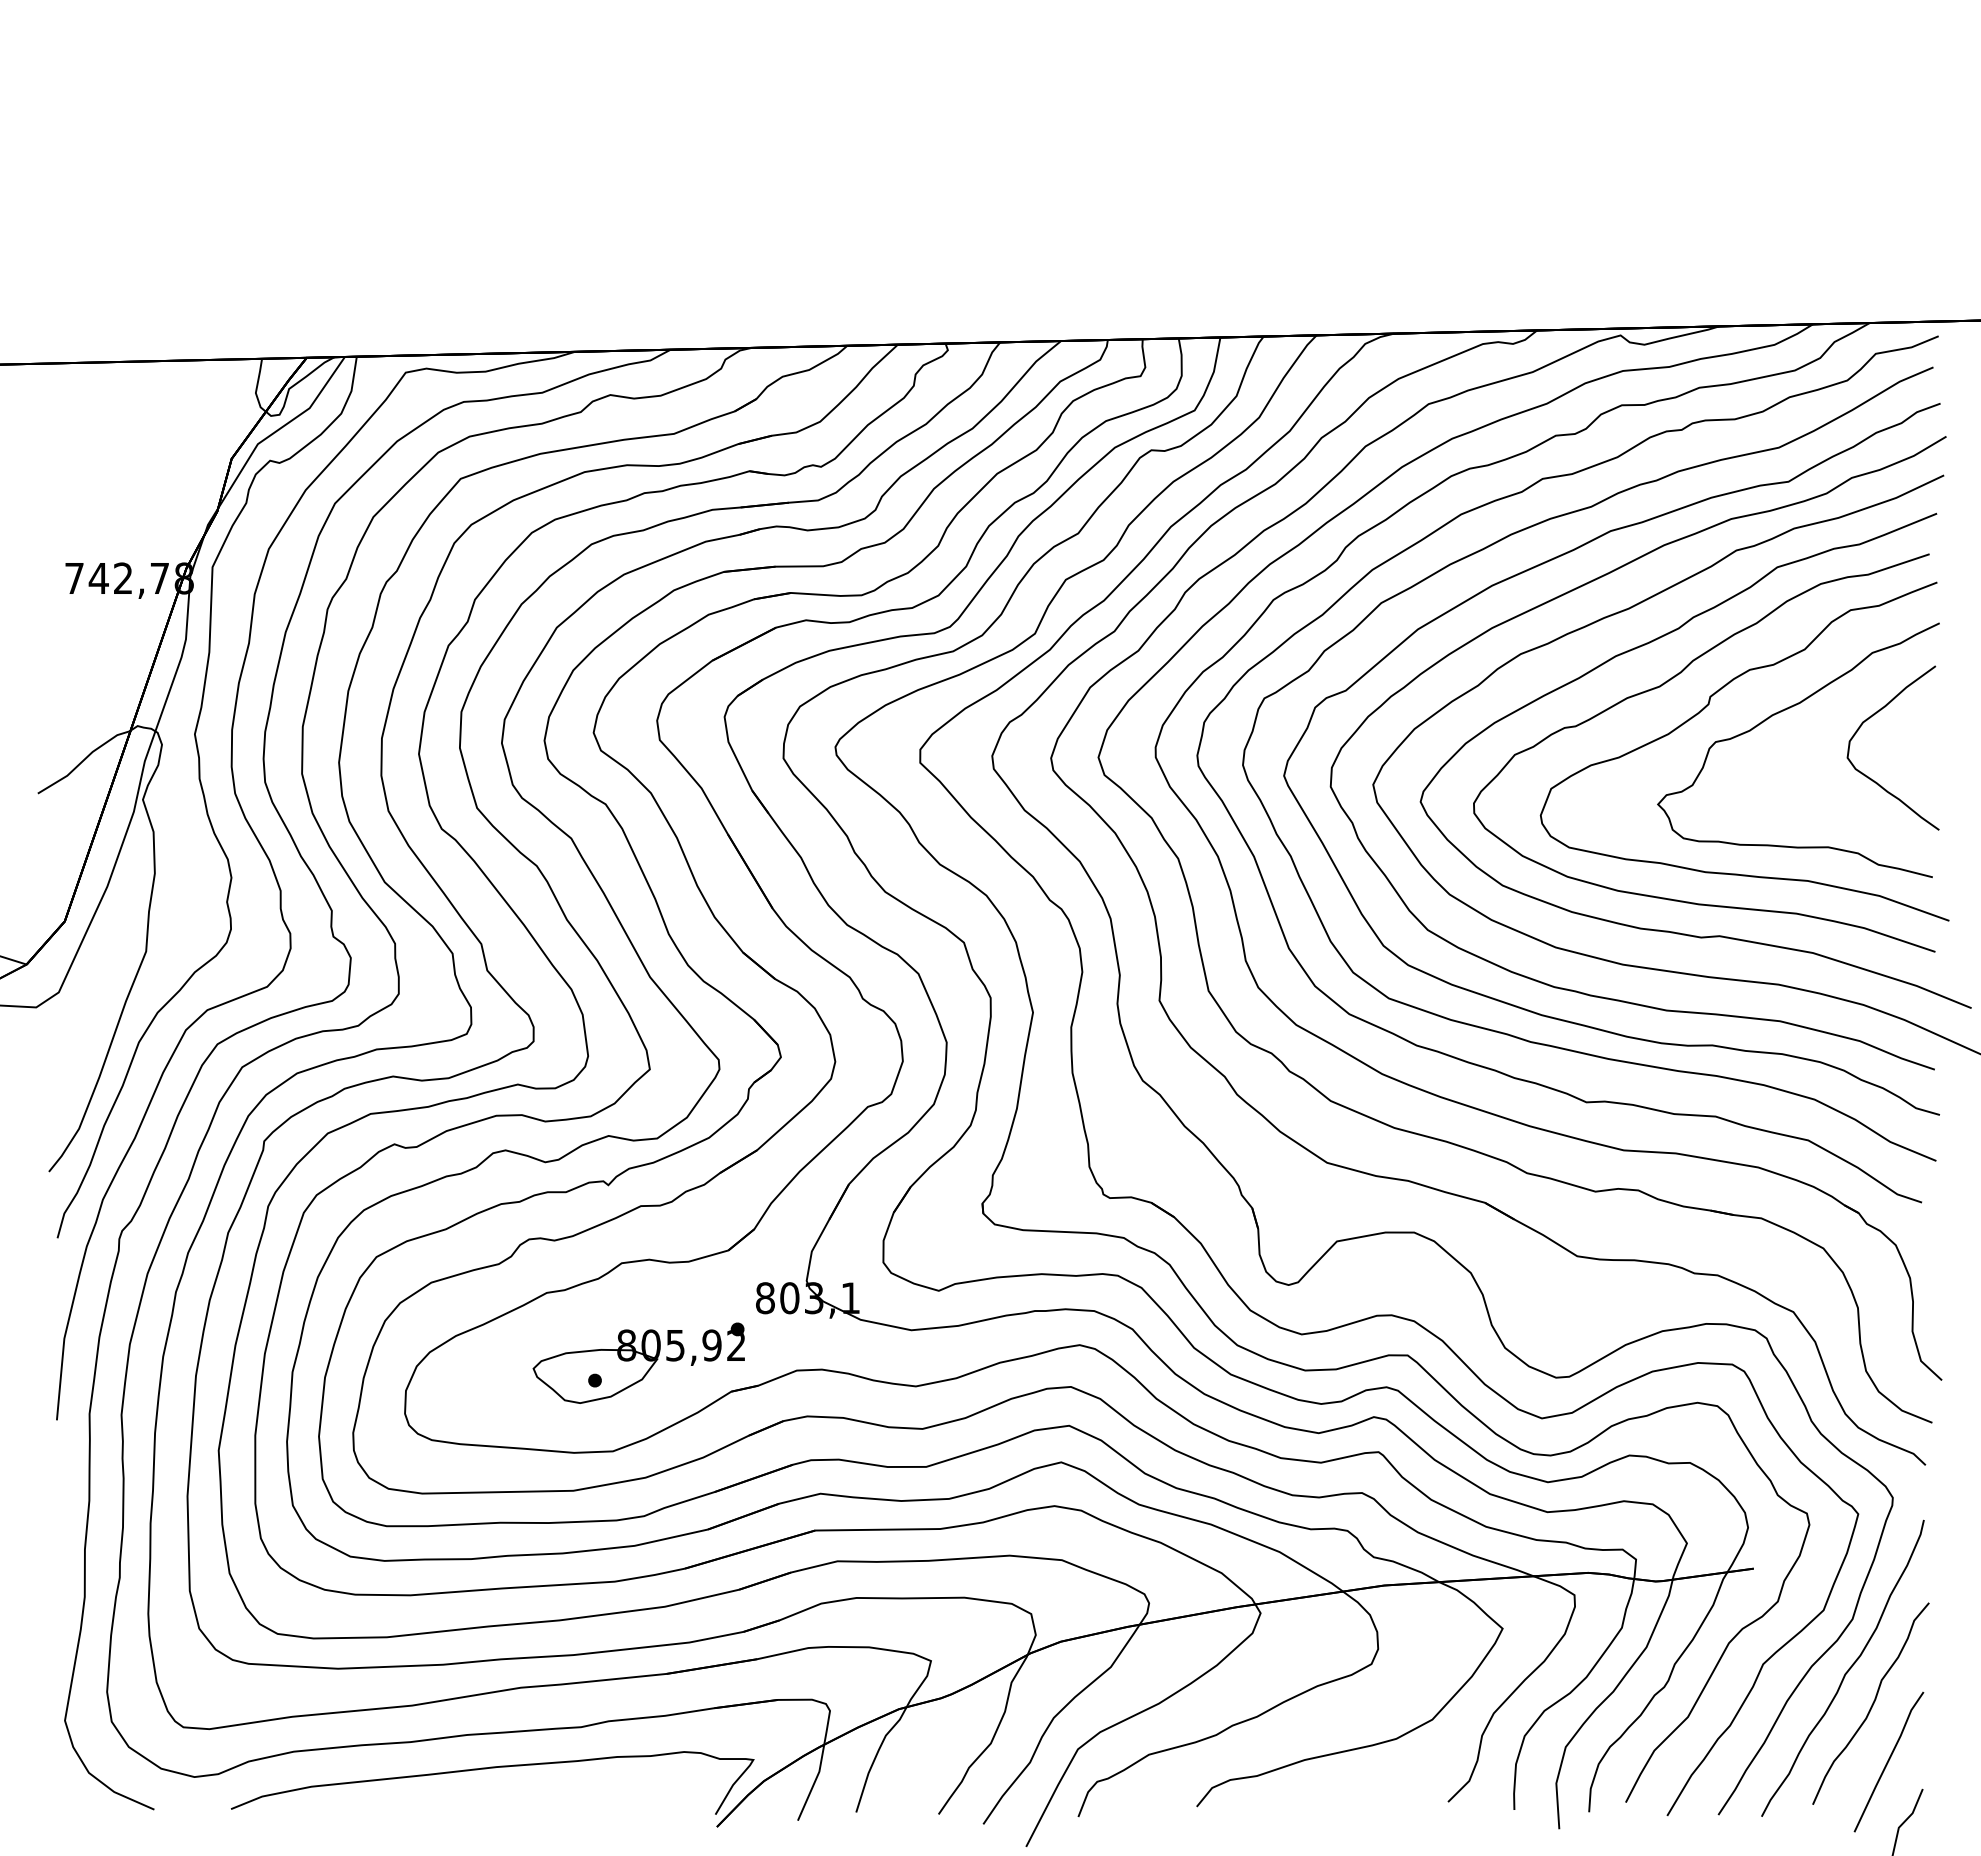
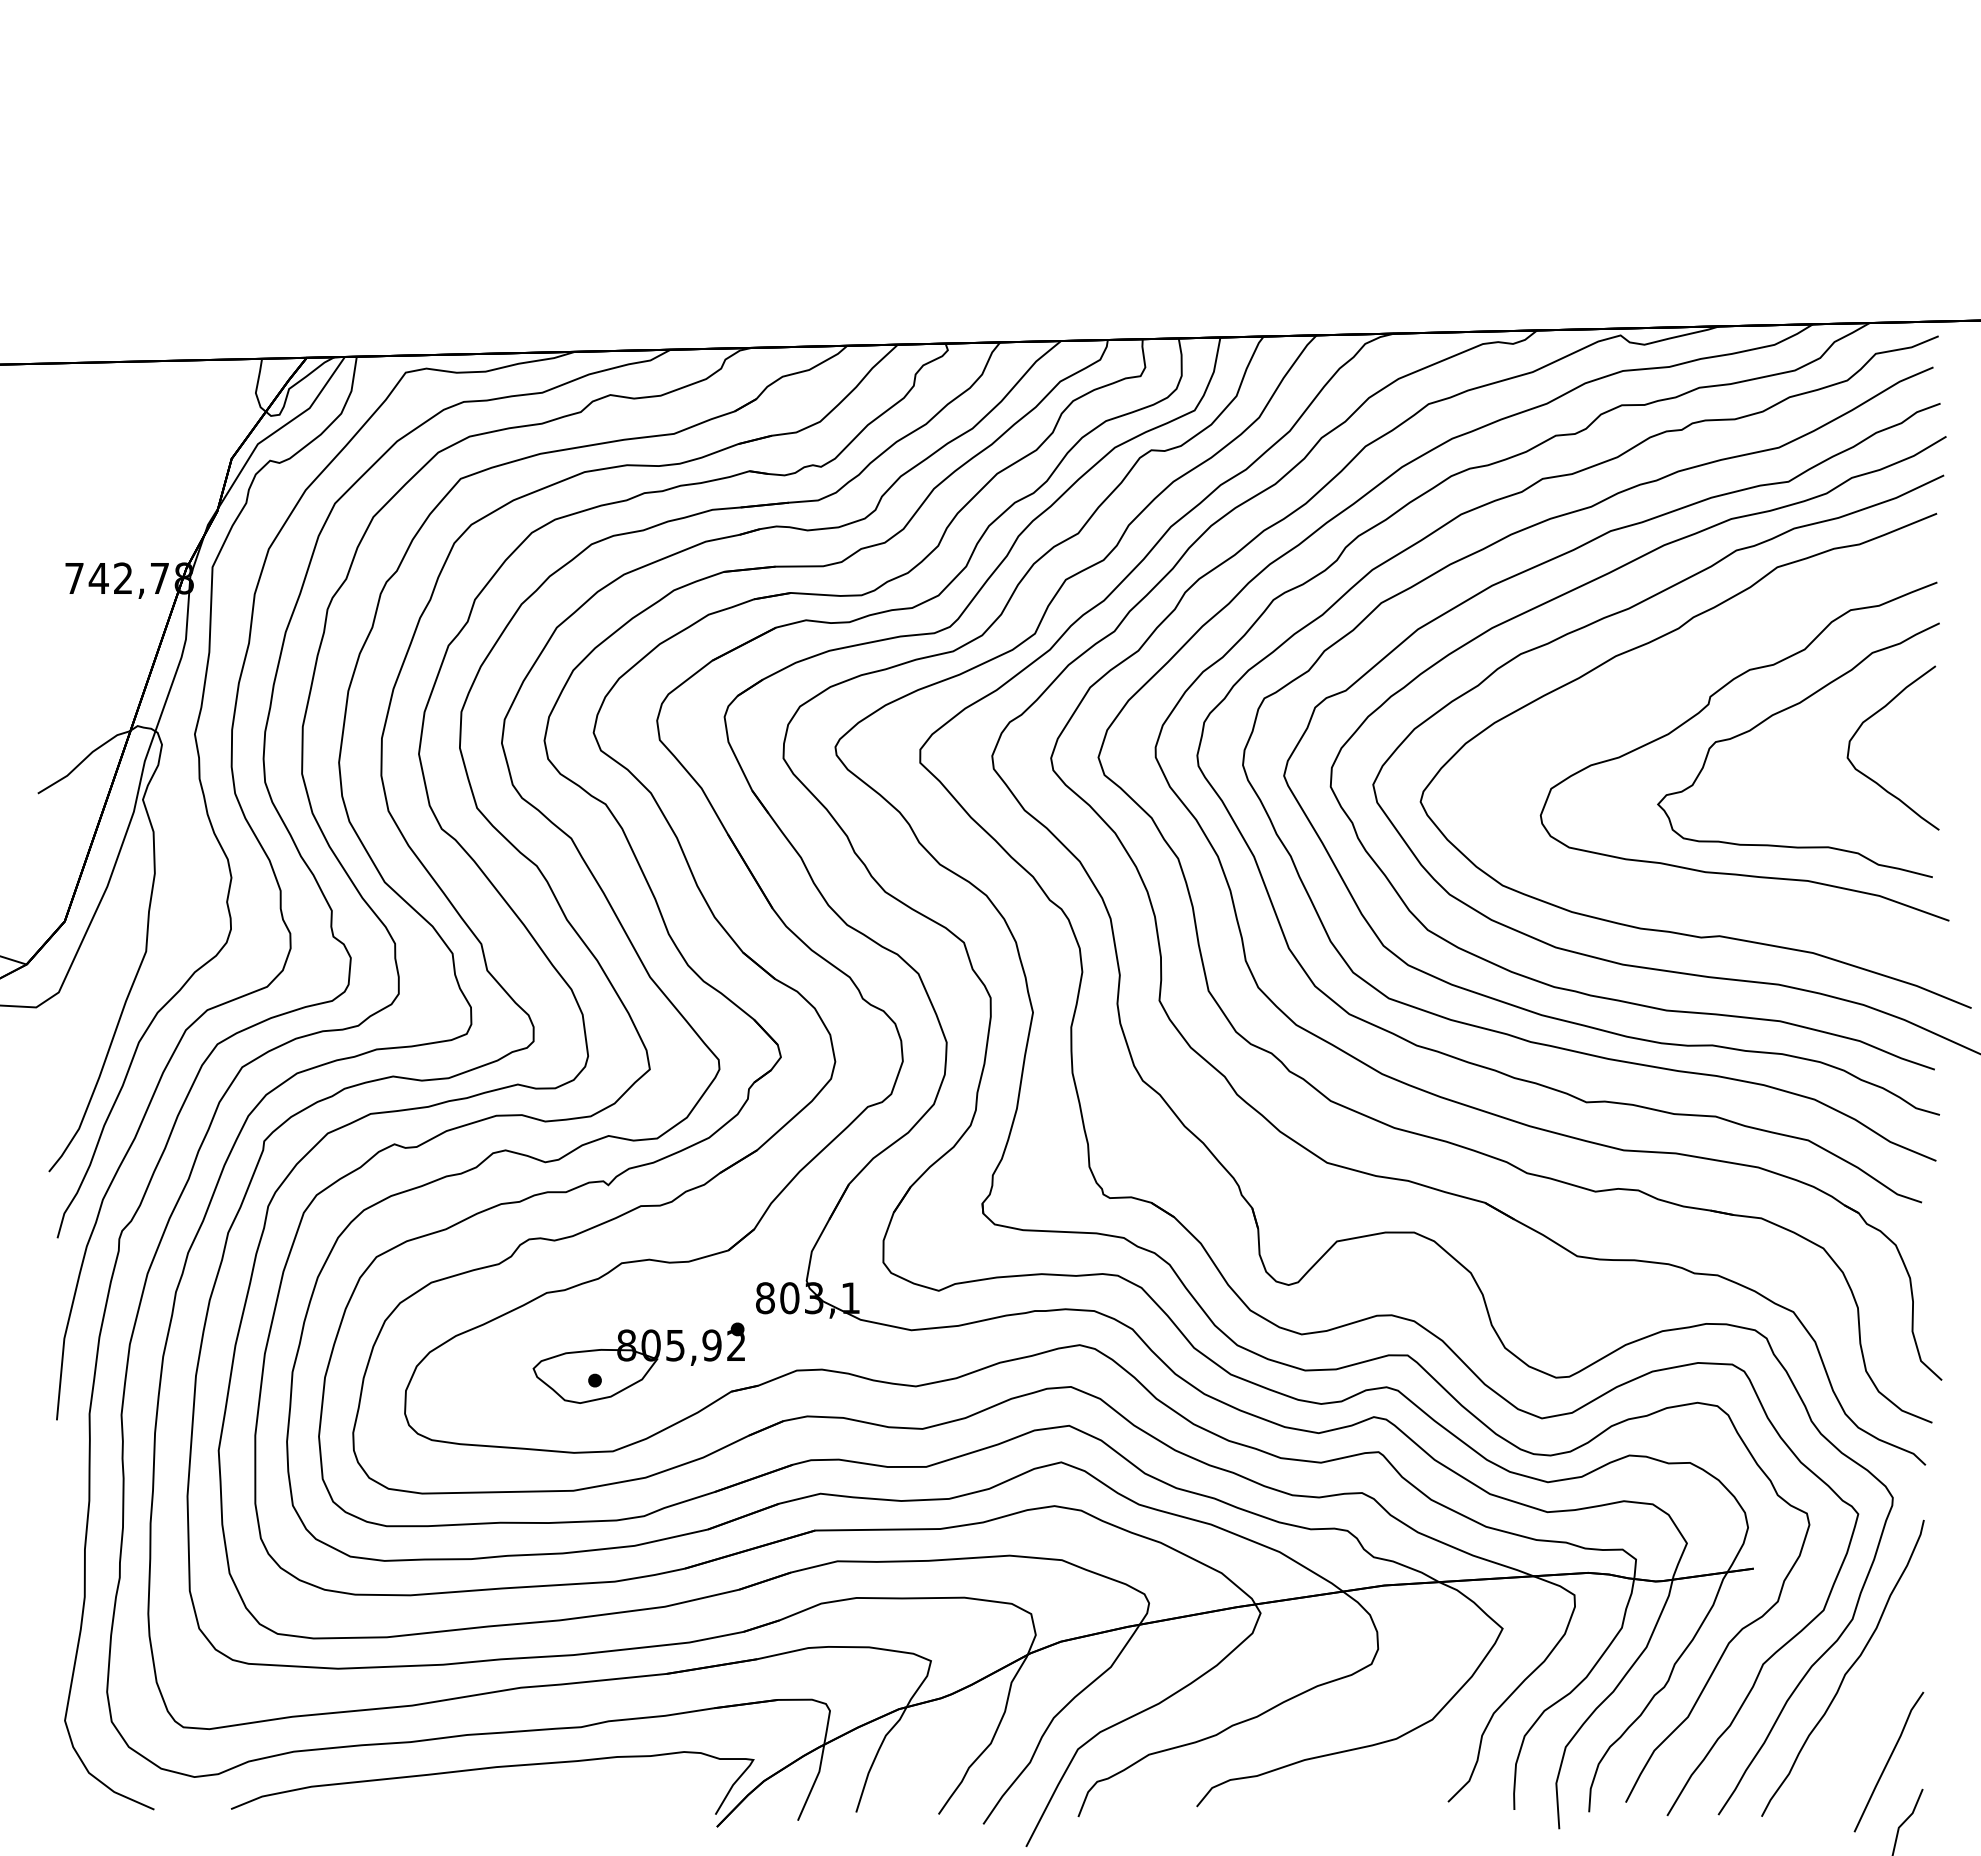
curve at (1660, 687): present -> none
curve at (1871, 1704): present -> none
